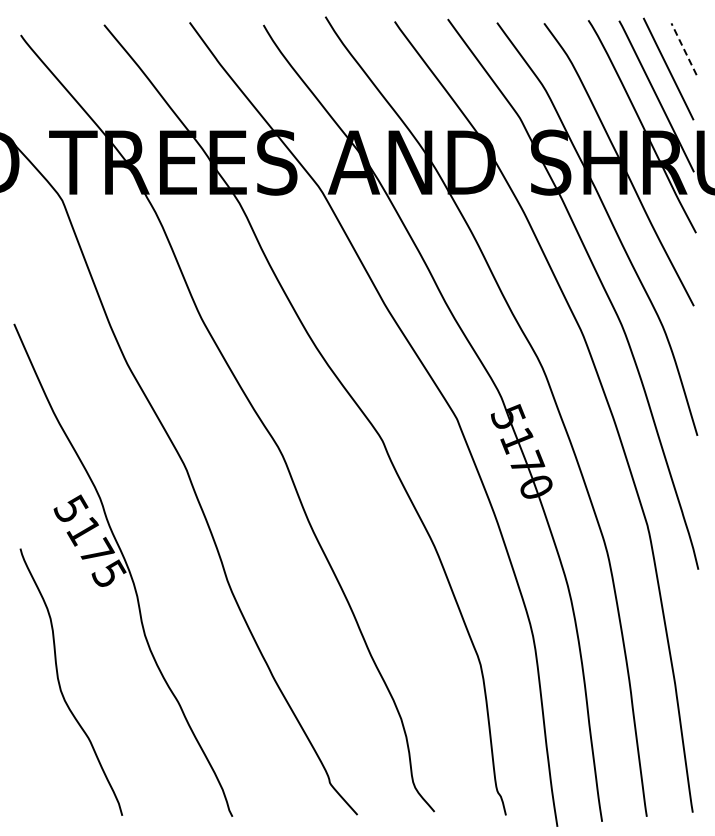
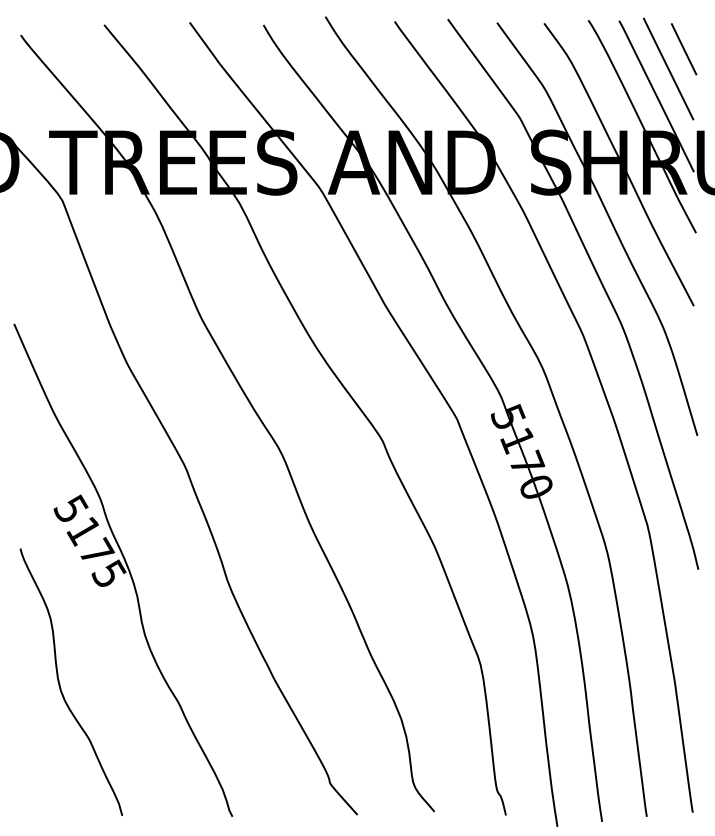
line at (683, 48): dashed -> solid
